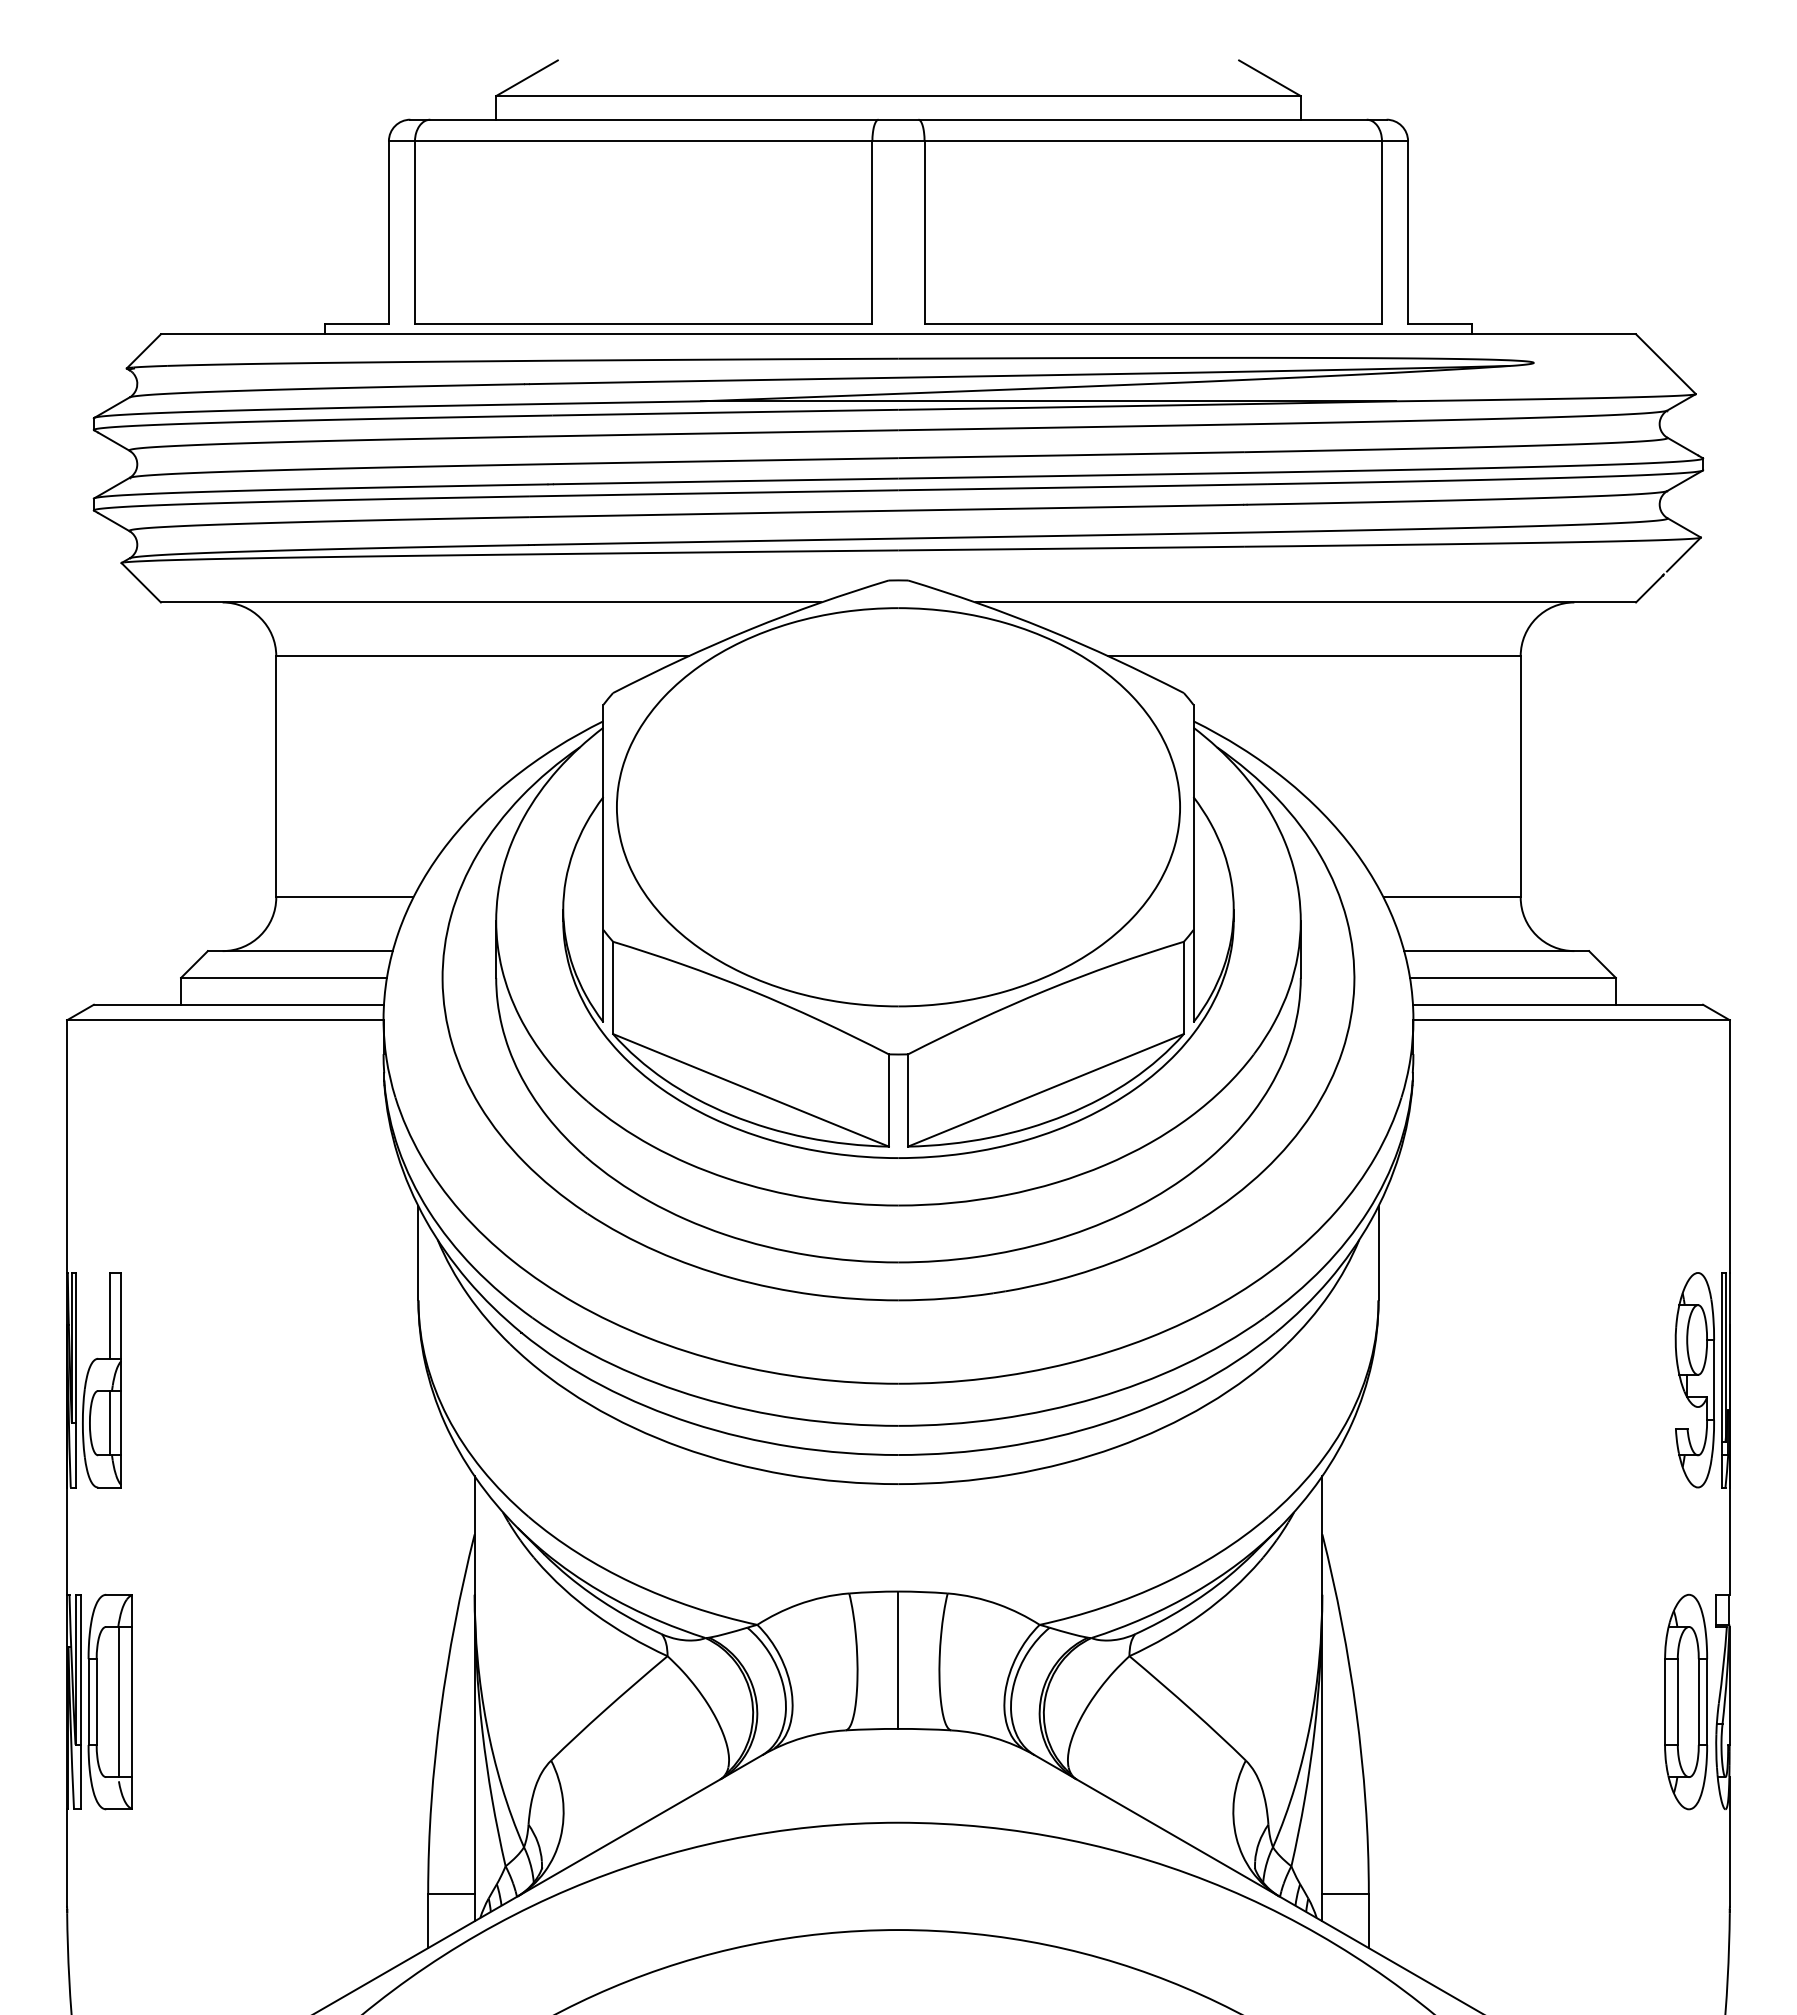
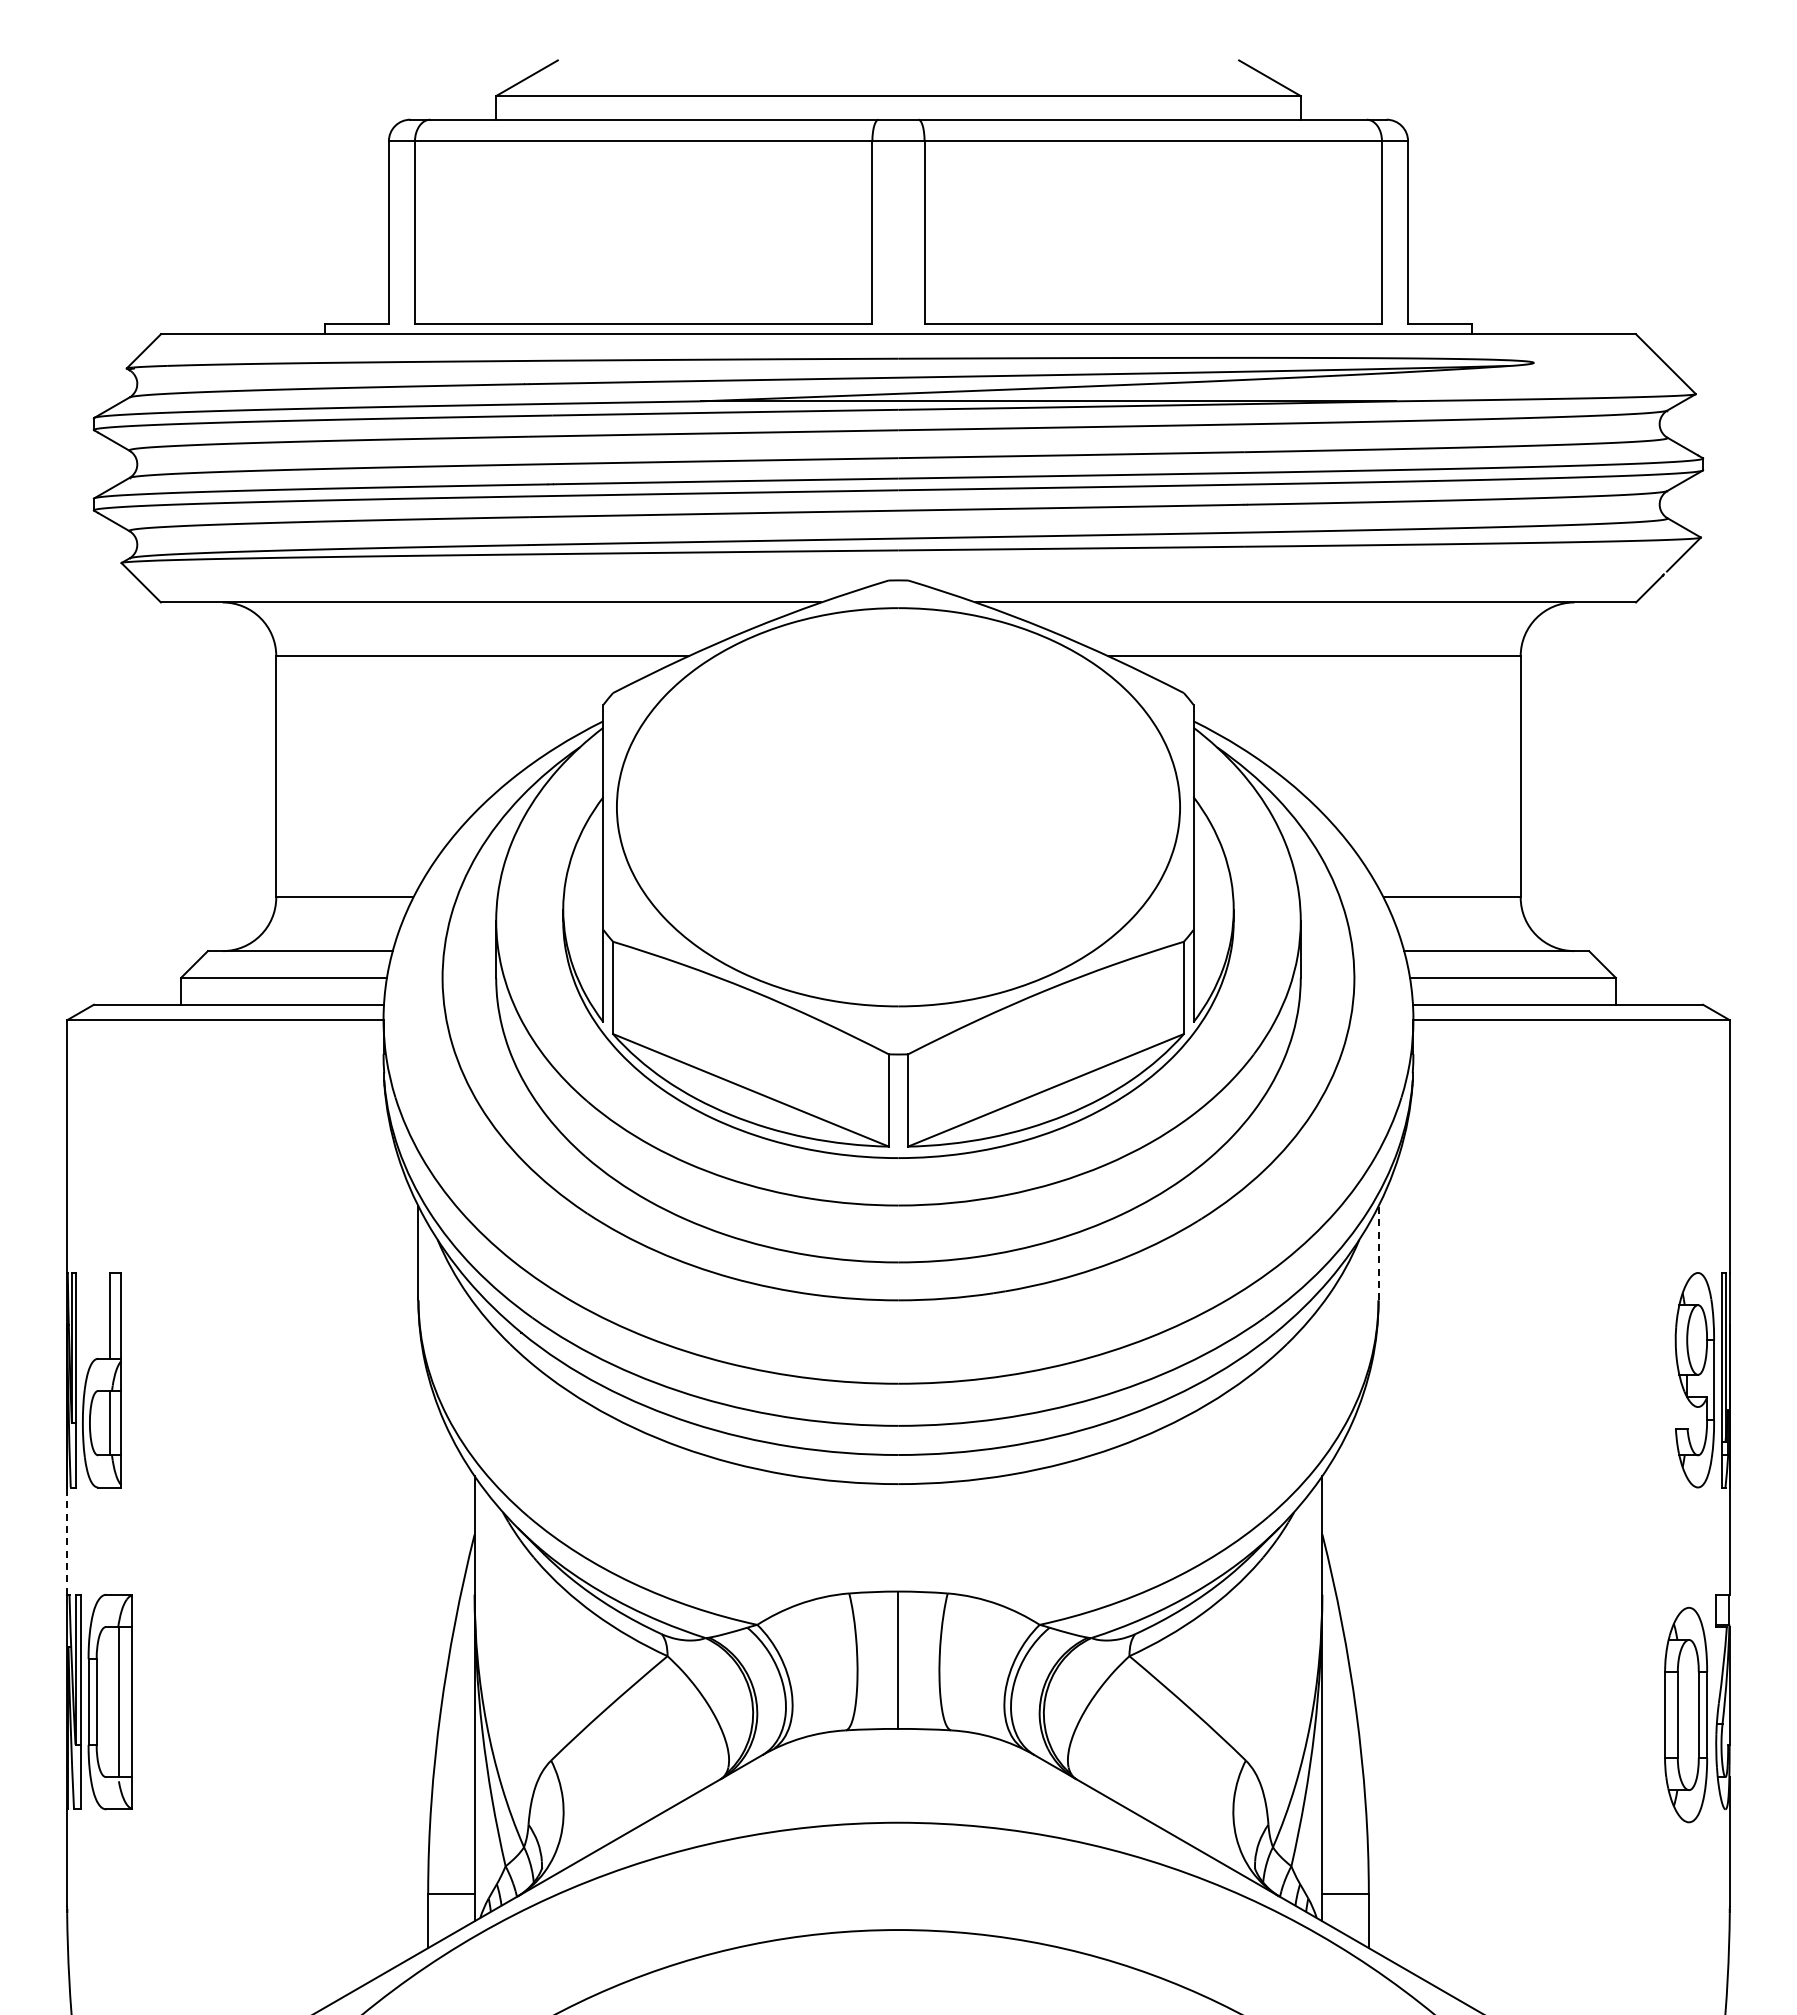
line at (1378, 1252): solid -> dashed
line at (67, 1541): solid -> dashed
part at (1685, 1701) position: (1685, 1701) -> (1685, 1714)
